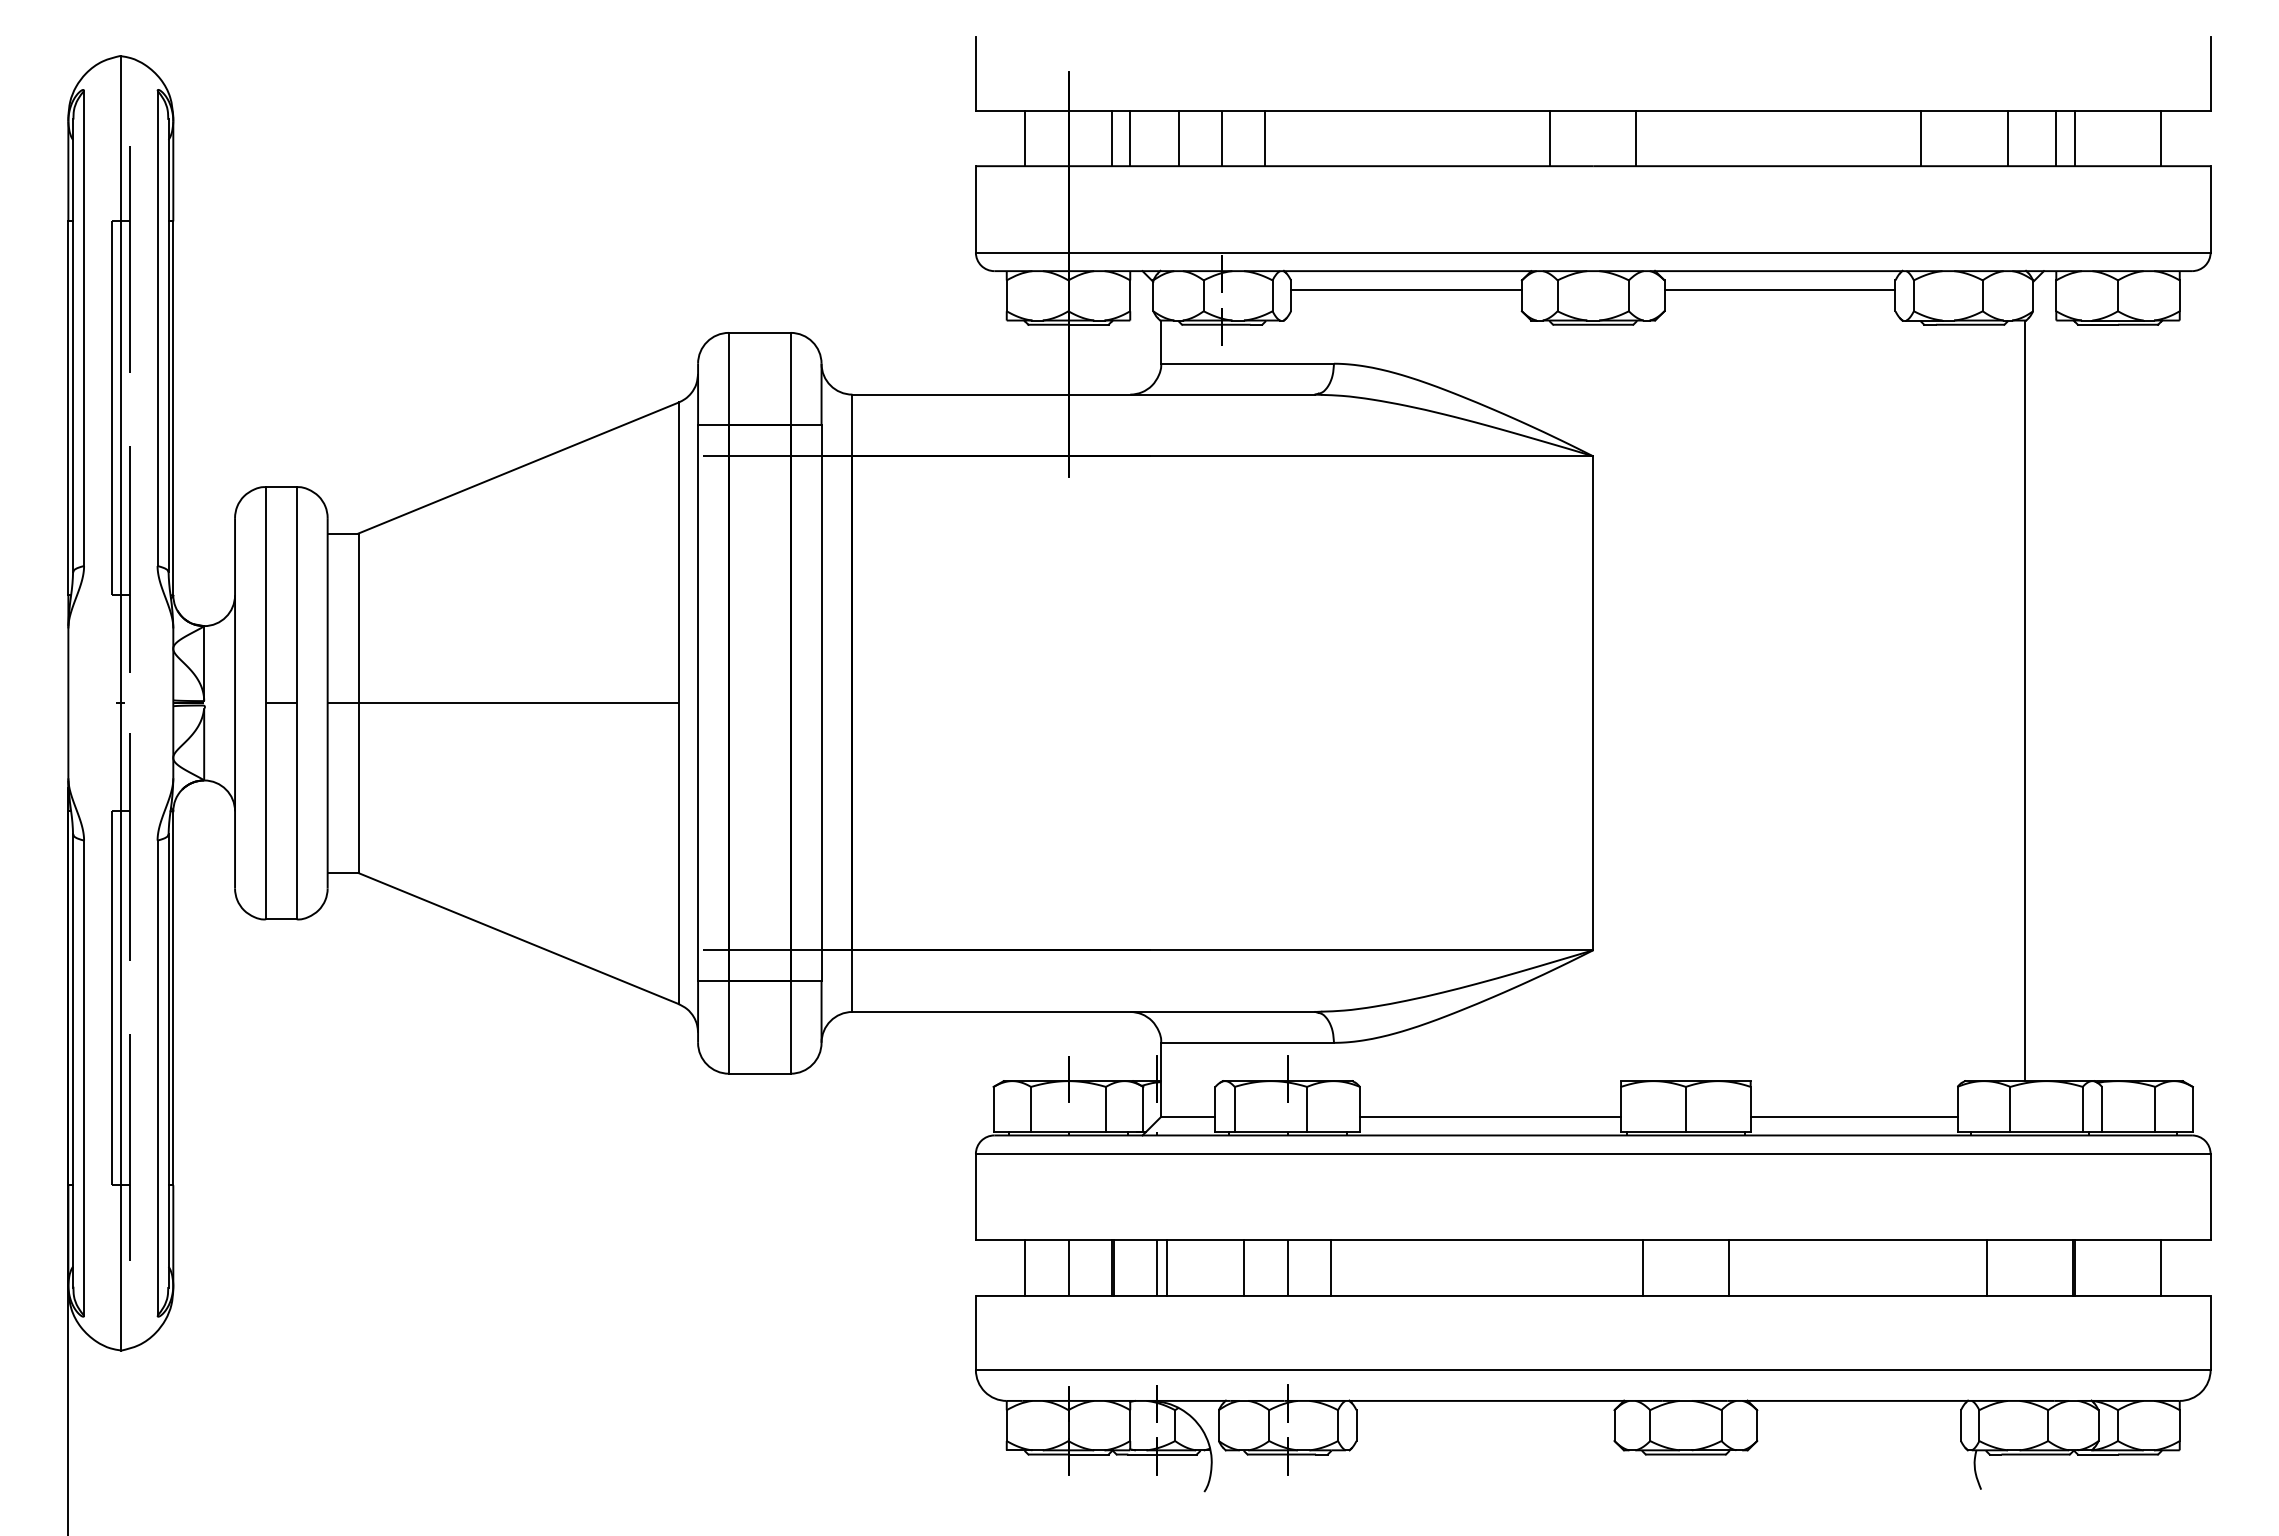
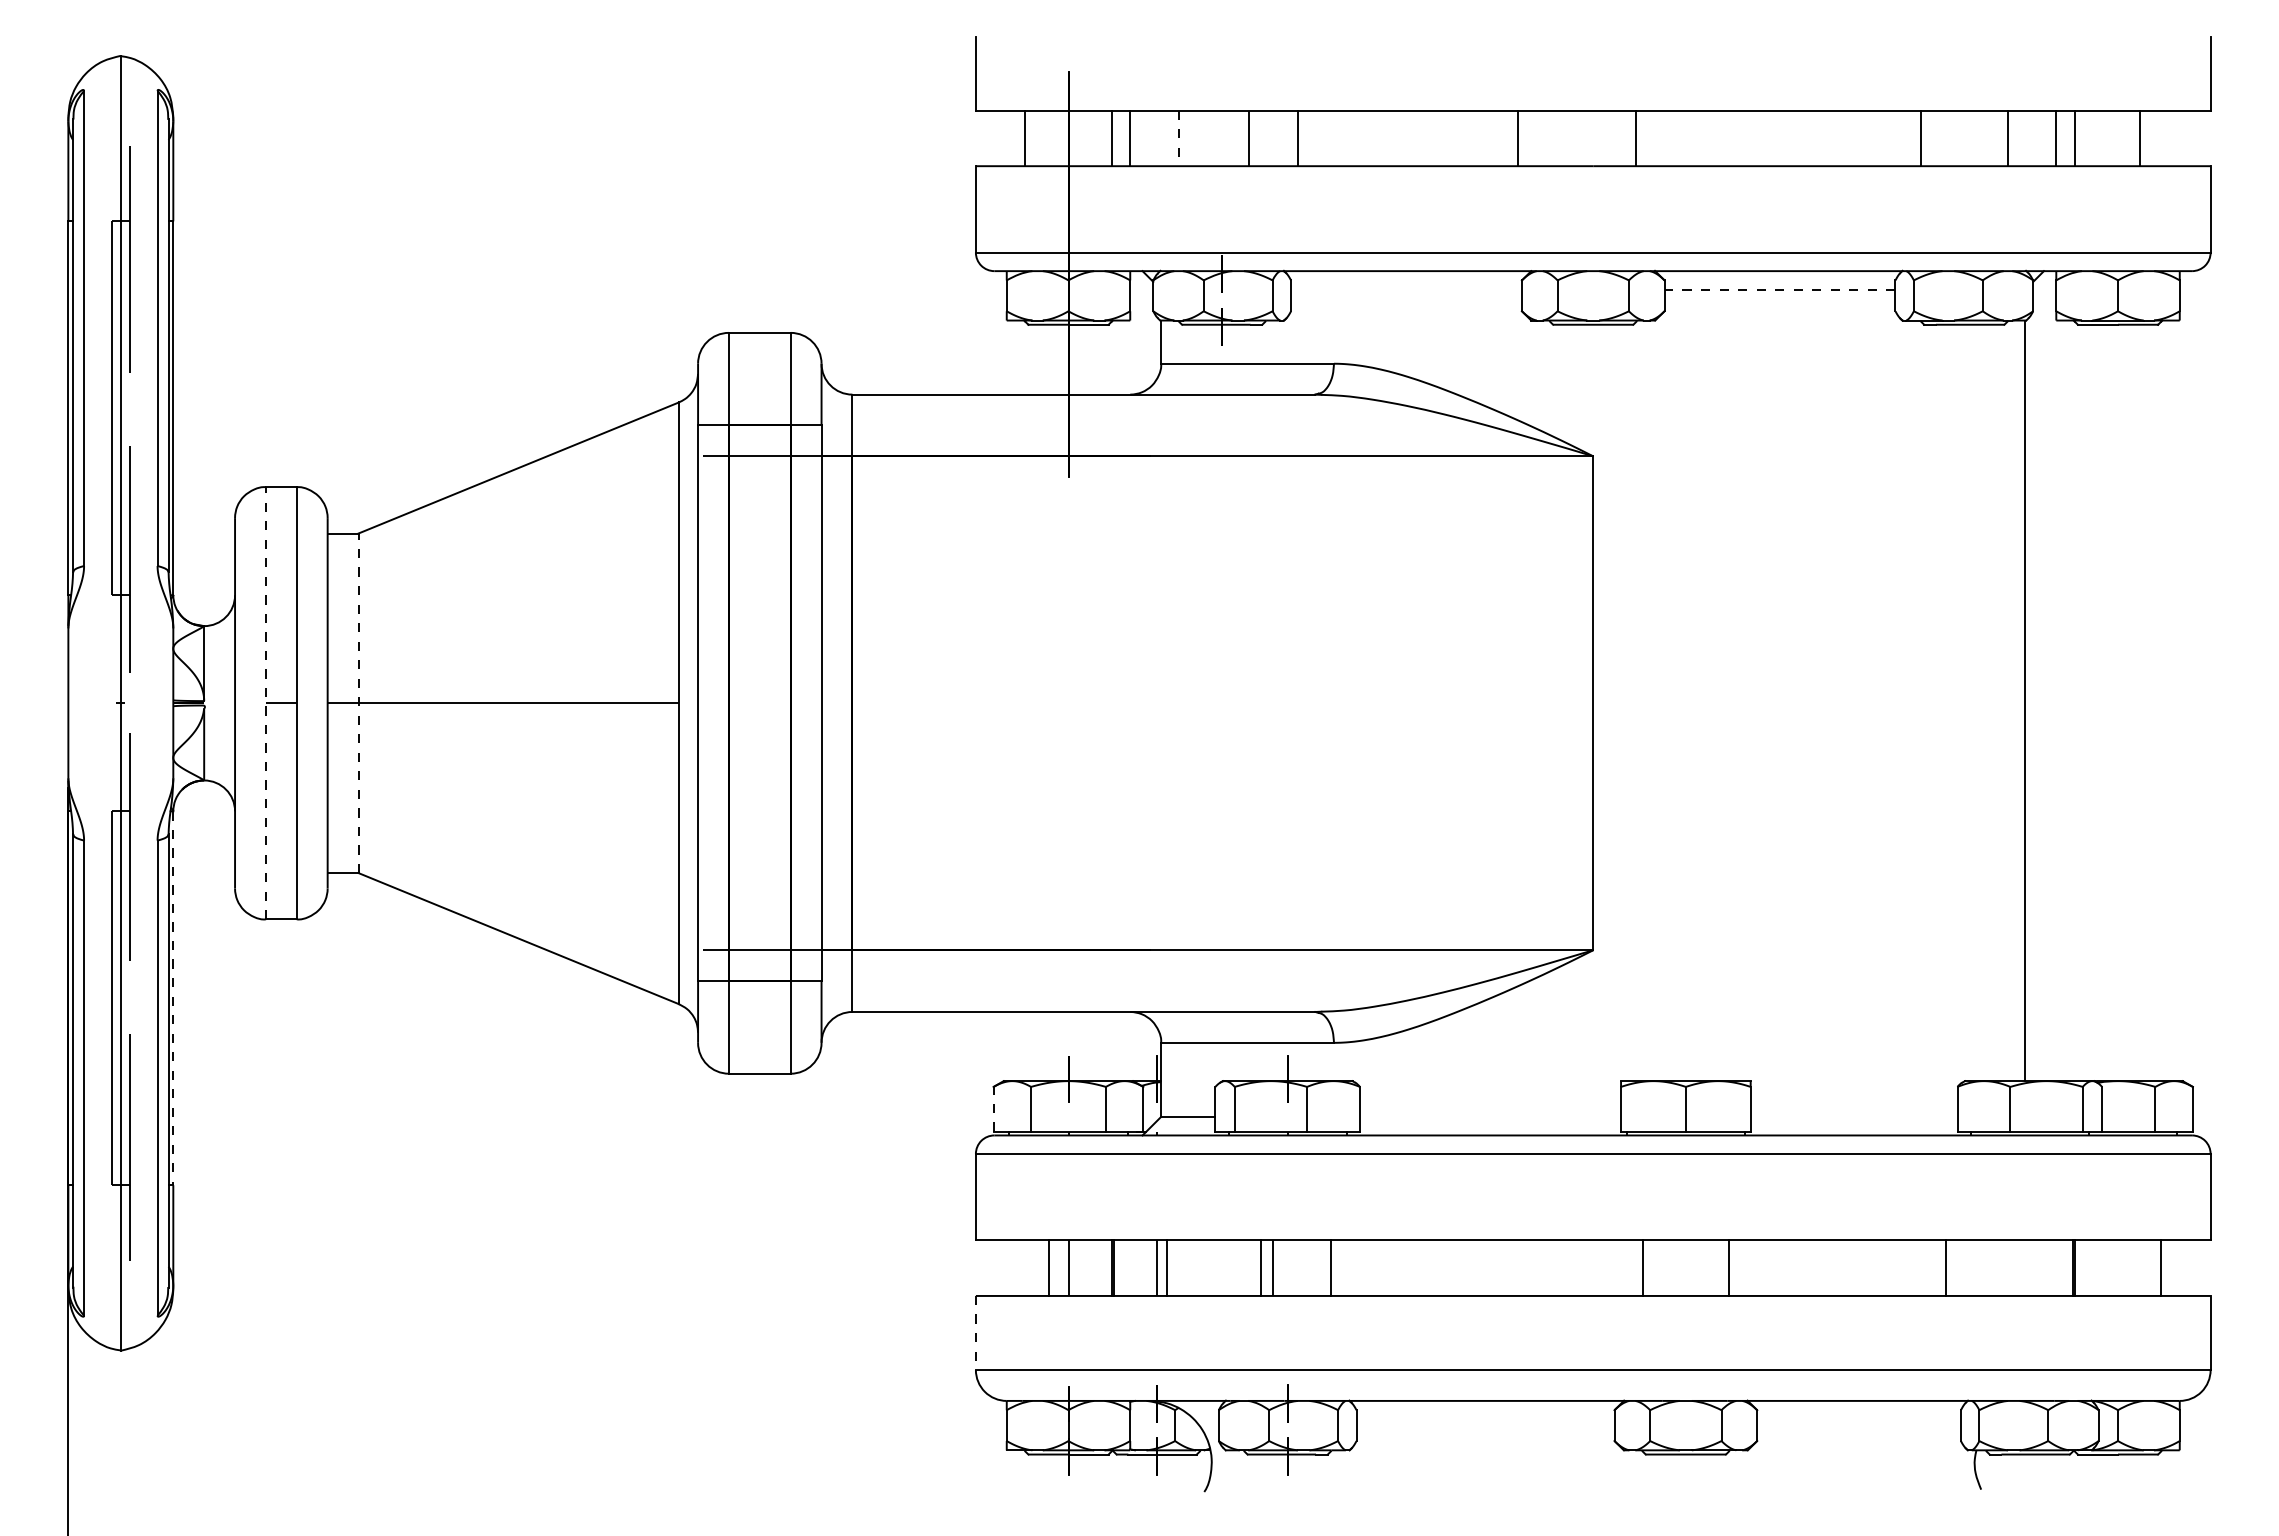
line at (1178, 138): solid -> dashed
line at (1222, 138) position: (1222, 138) -> (1249, 138)
line at (1265, 138) position: (1265, 138) -> (1298, 138)
line at (1550, 138) position: (1550, 138) -> (1518, 138)
line at (2161, 138) position: (2161, 138) -> (2140, 138)
line at (1406, 289): present -> none
line at (1779, 289): solid -> dashed
line at (265, 702): solid -> dashed
line at (358, 703): solid -> dashed
line at (173, 998): solid -> dashed
line at (993, 1108): solid -> dashed
line at (1490, 1116): present -> none
line at (1853, 1116): present -> none
line at (1025, 1267) position: (1025, 1267) -> (1049, 1267)
line at (1244, 1267) position: (1244, 1267) -> (1261, 1267)
line at (1287, 1267) position: (1287, 1267) -> (1272, 1267)
line at (1986, 1267) position: (1986, 1267) -> (1945, 1267)
line at (975, 1333): solid -> dashed
